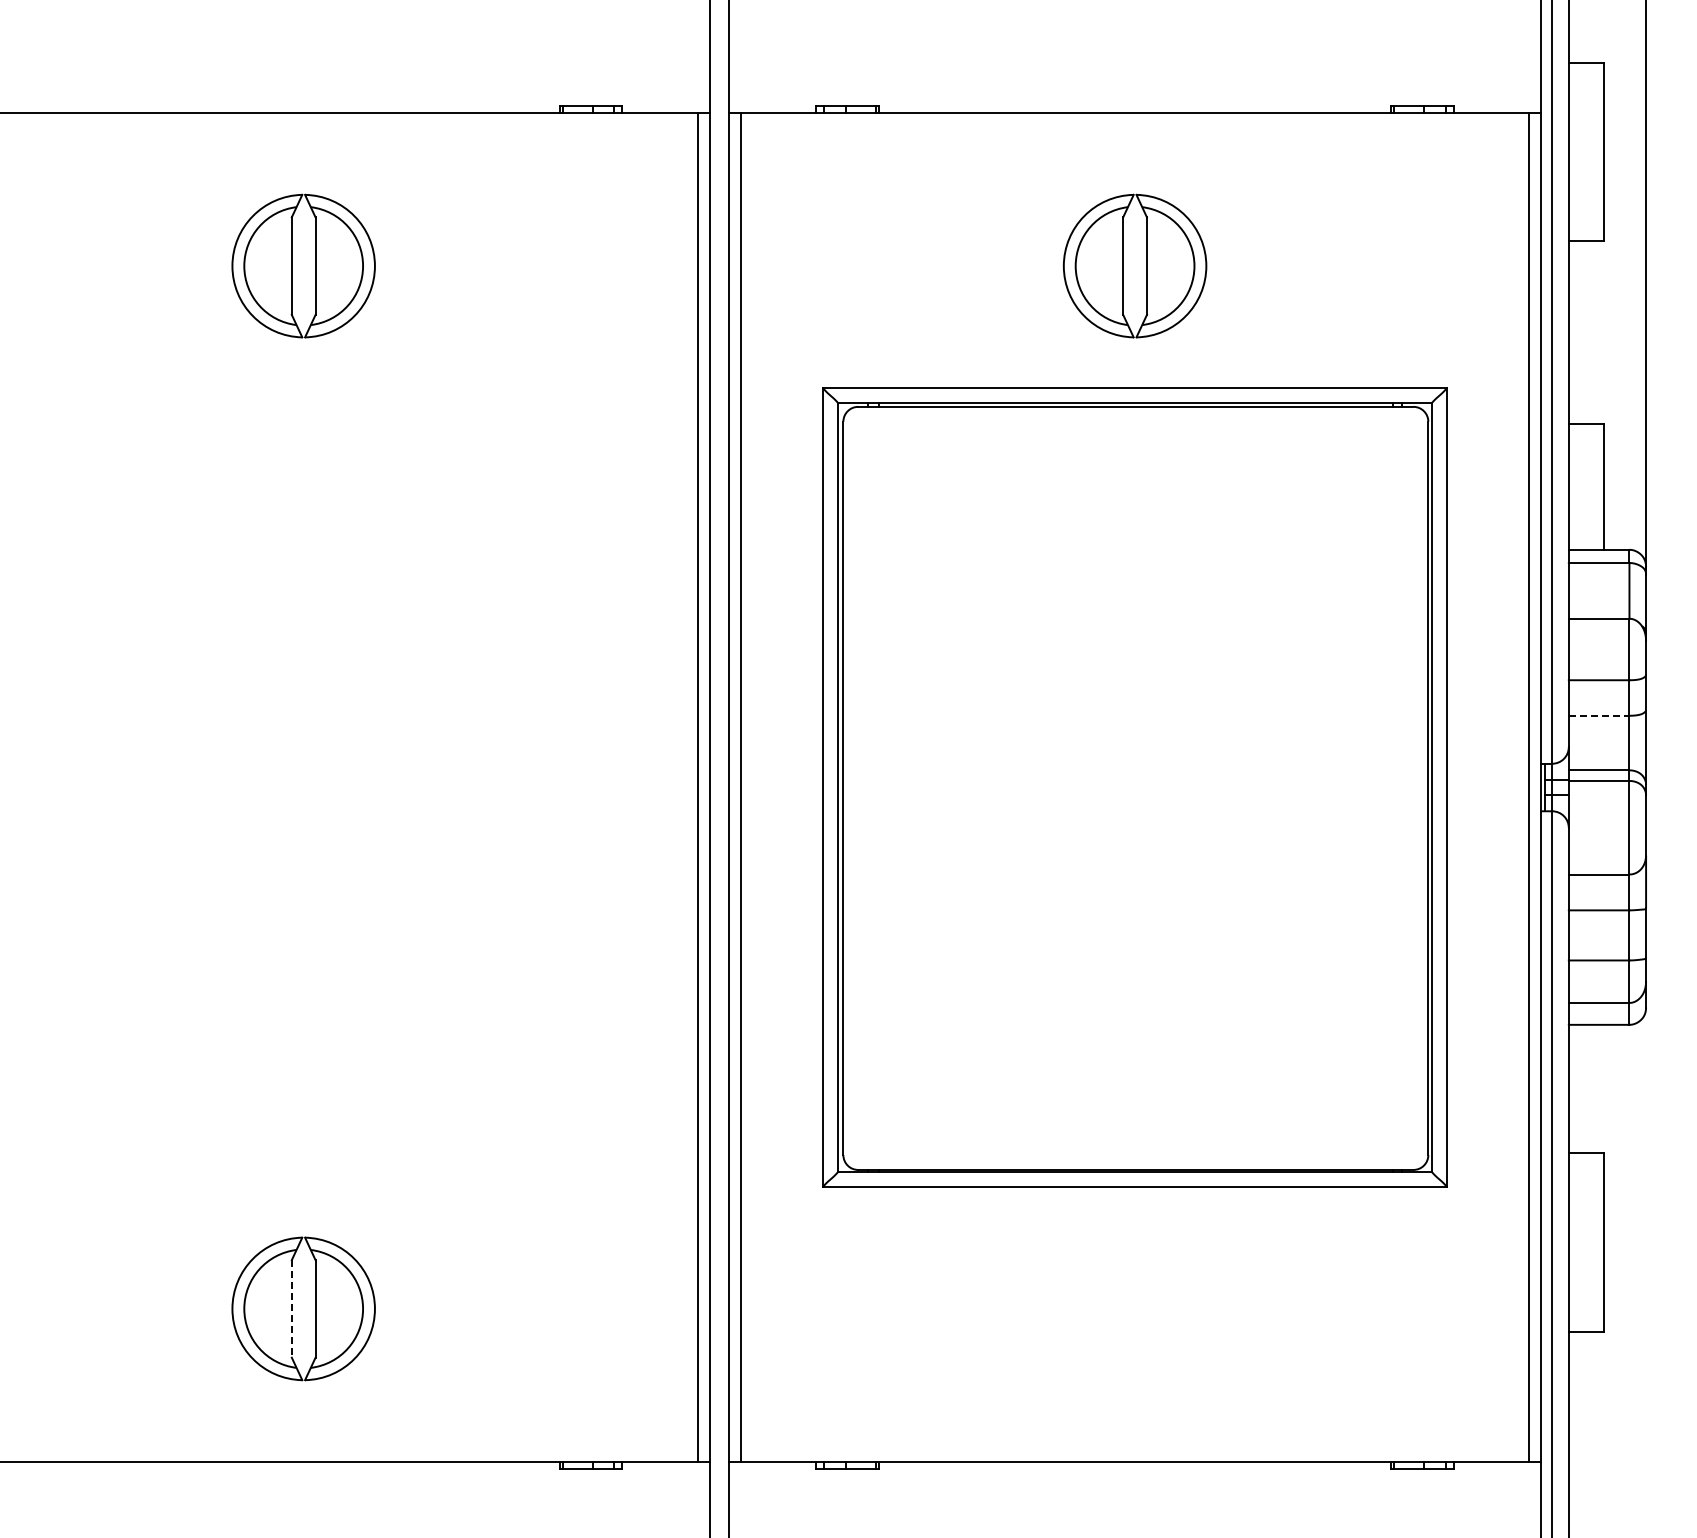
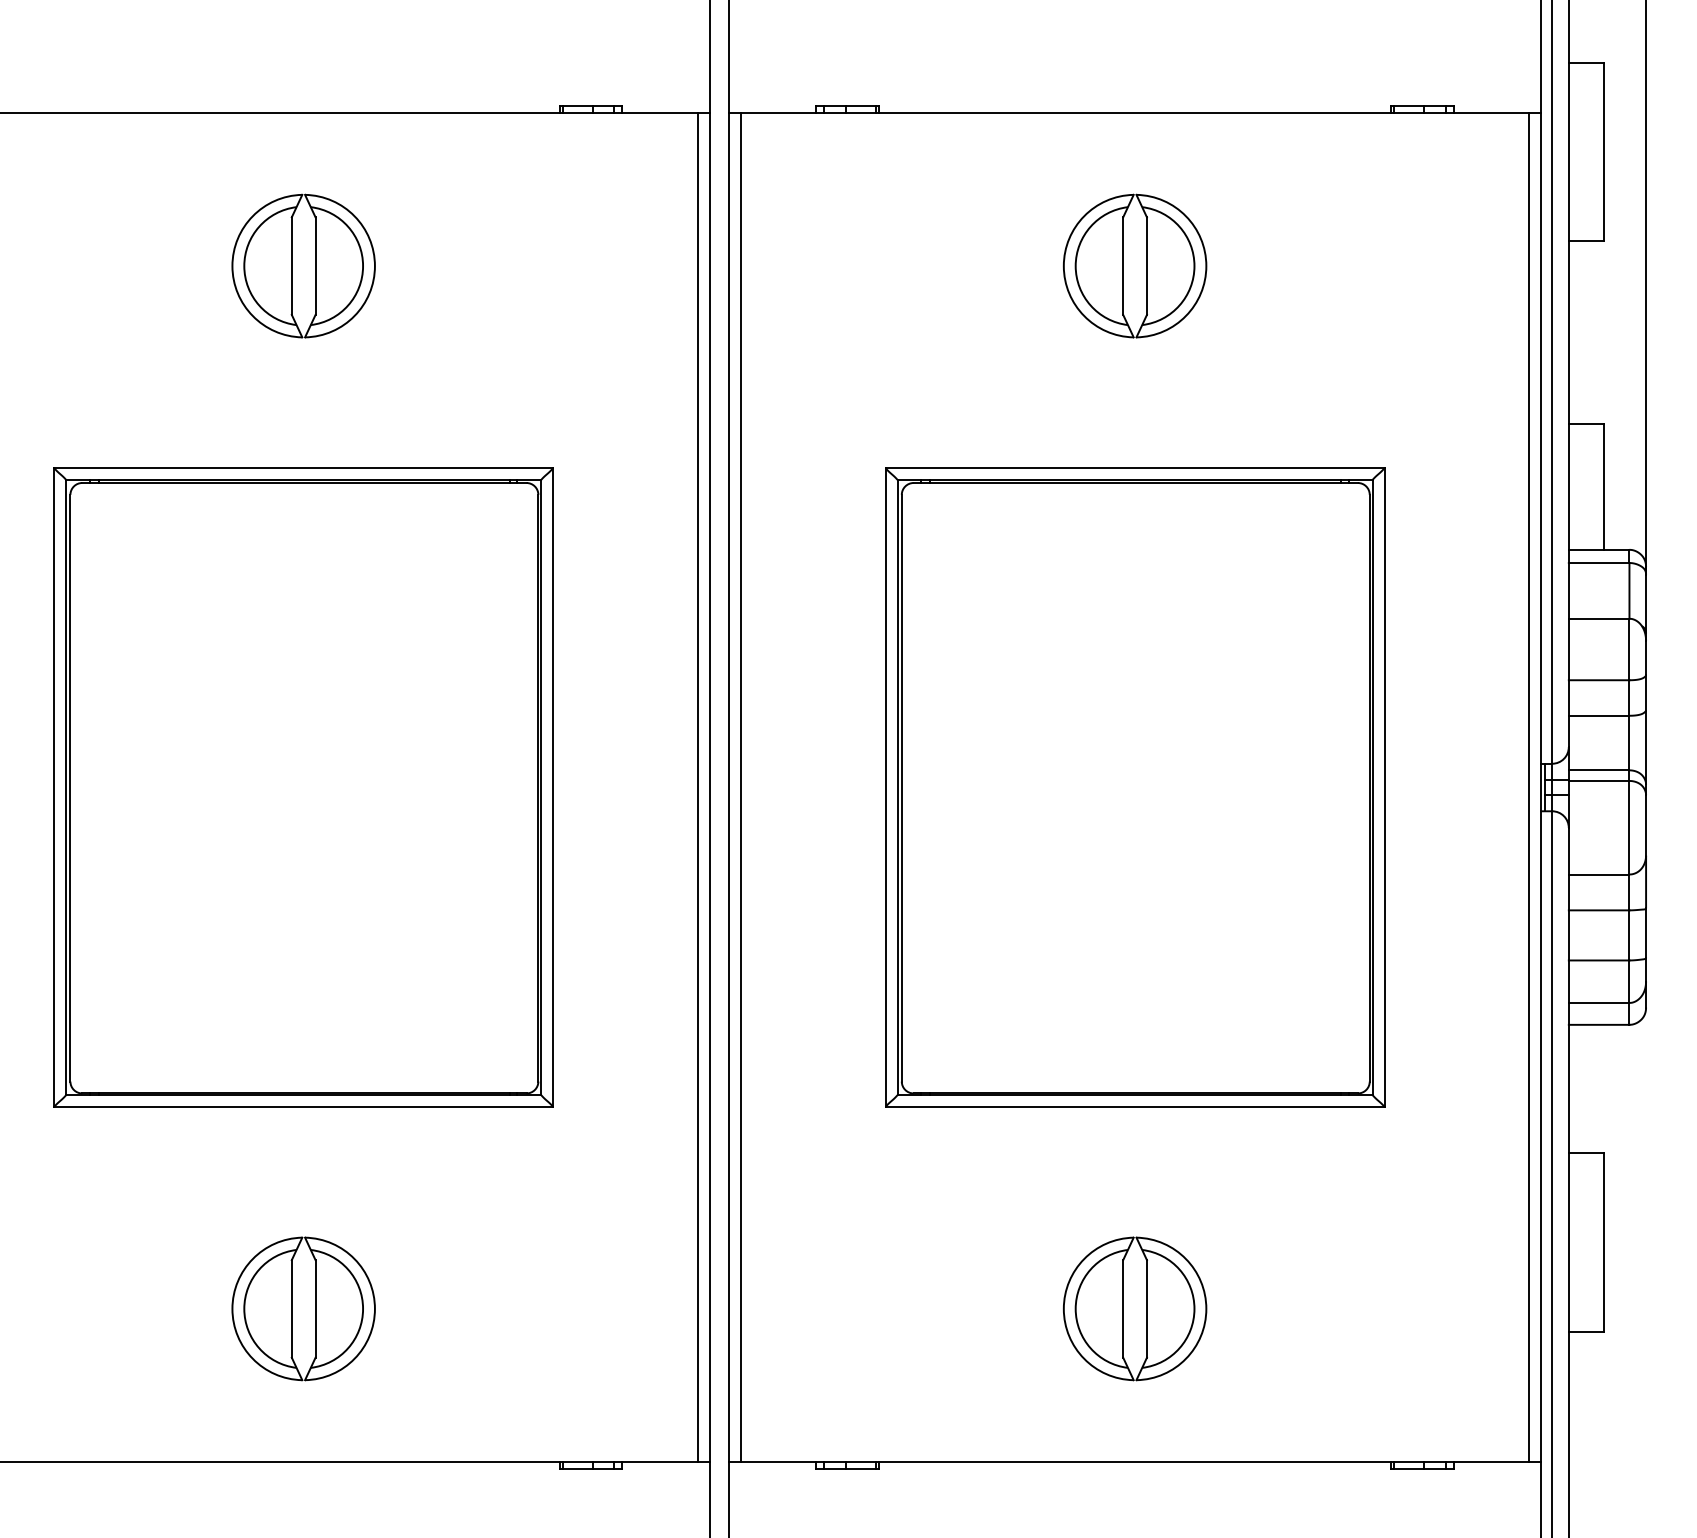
line at (1599, 715): dashed -> solid
part at (303, 787): none -> present
part at (1134, 787) size: 626x801 px -> 501x641 px
line at (291, 1308): dashed -> solid
part at (1134, 1308): none -> present
